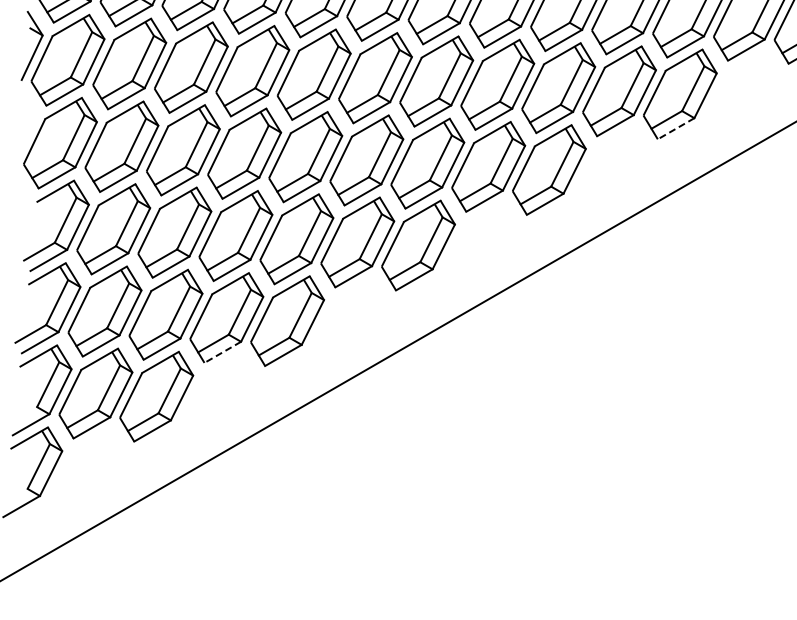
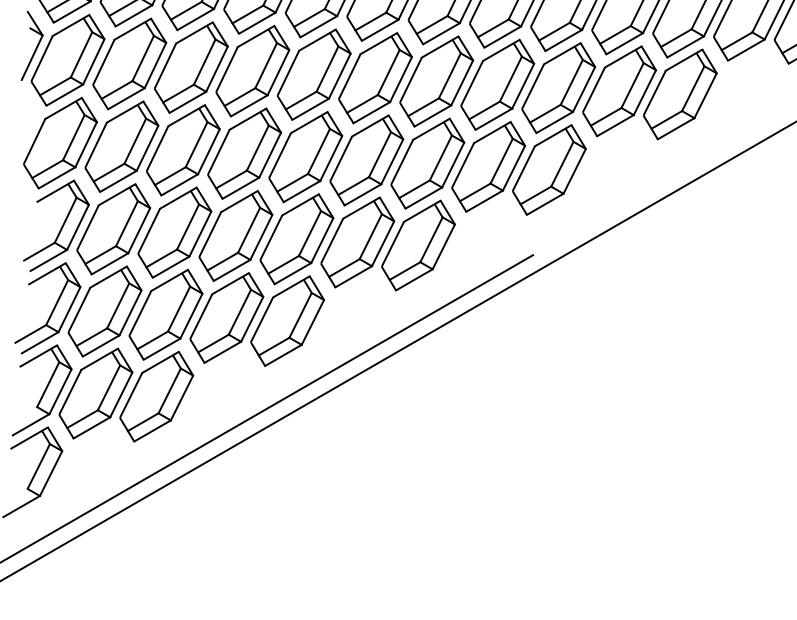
line at (675, 129): dashed -> solid
line at (222, 352): dashed -> solid
line at (267, 407): none -> present
